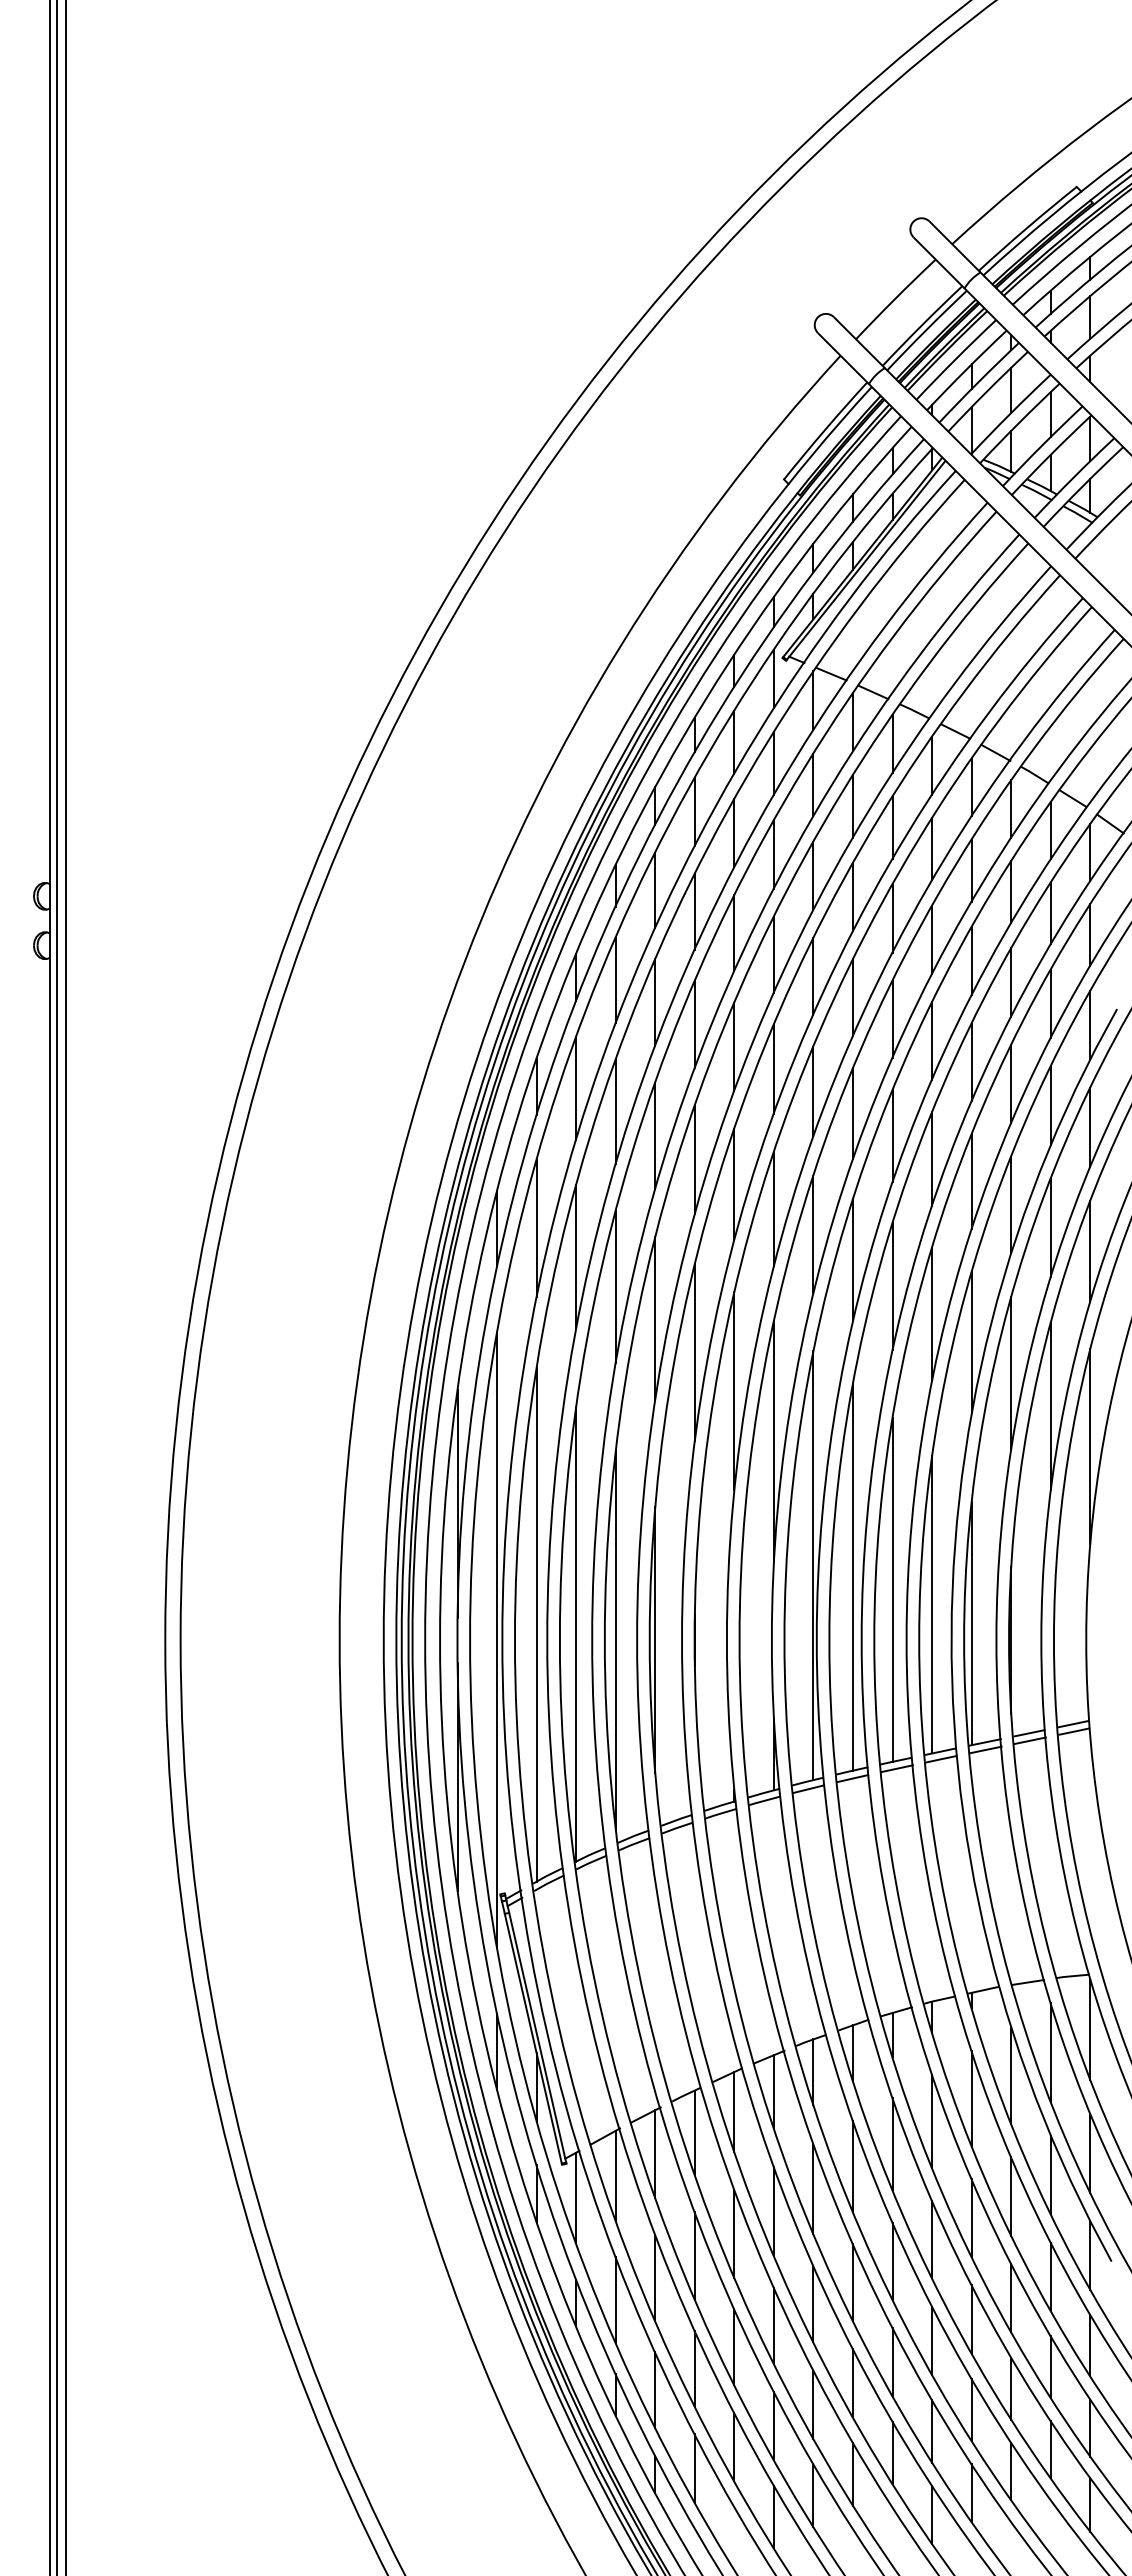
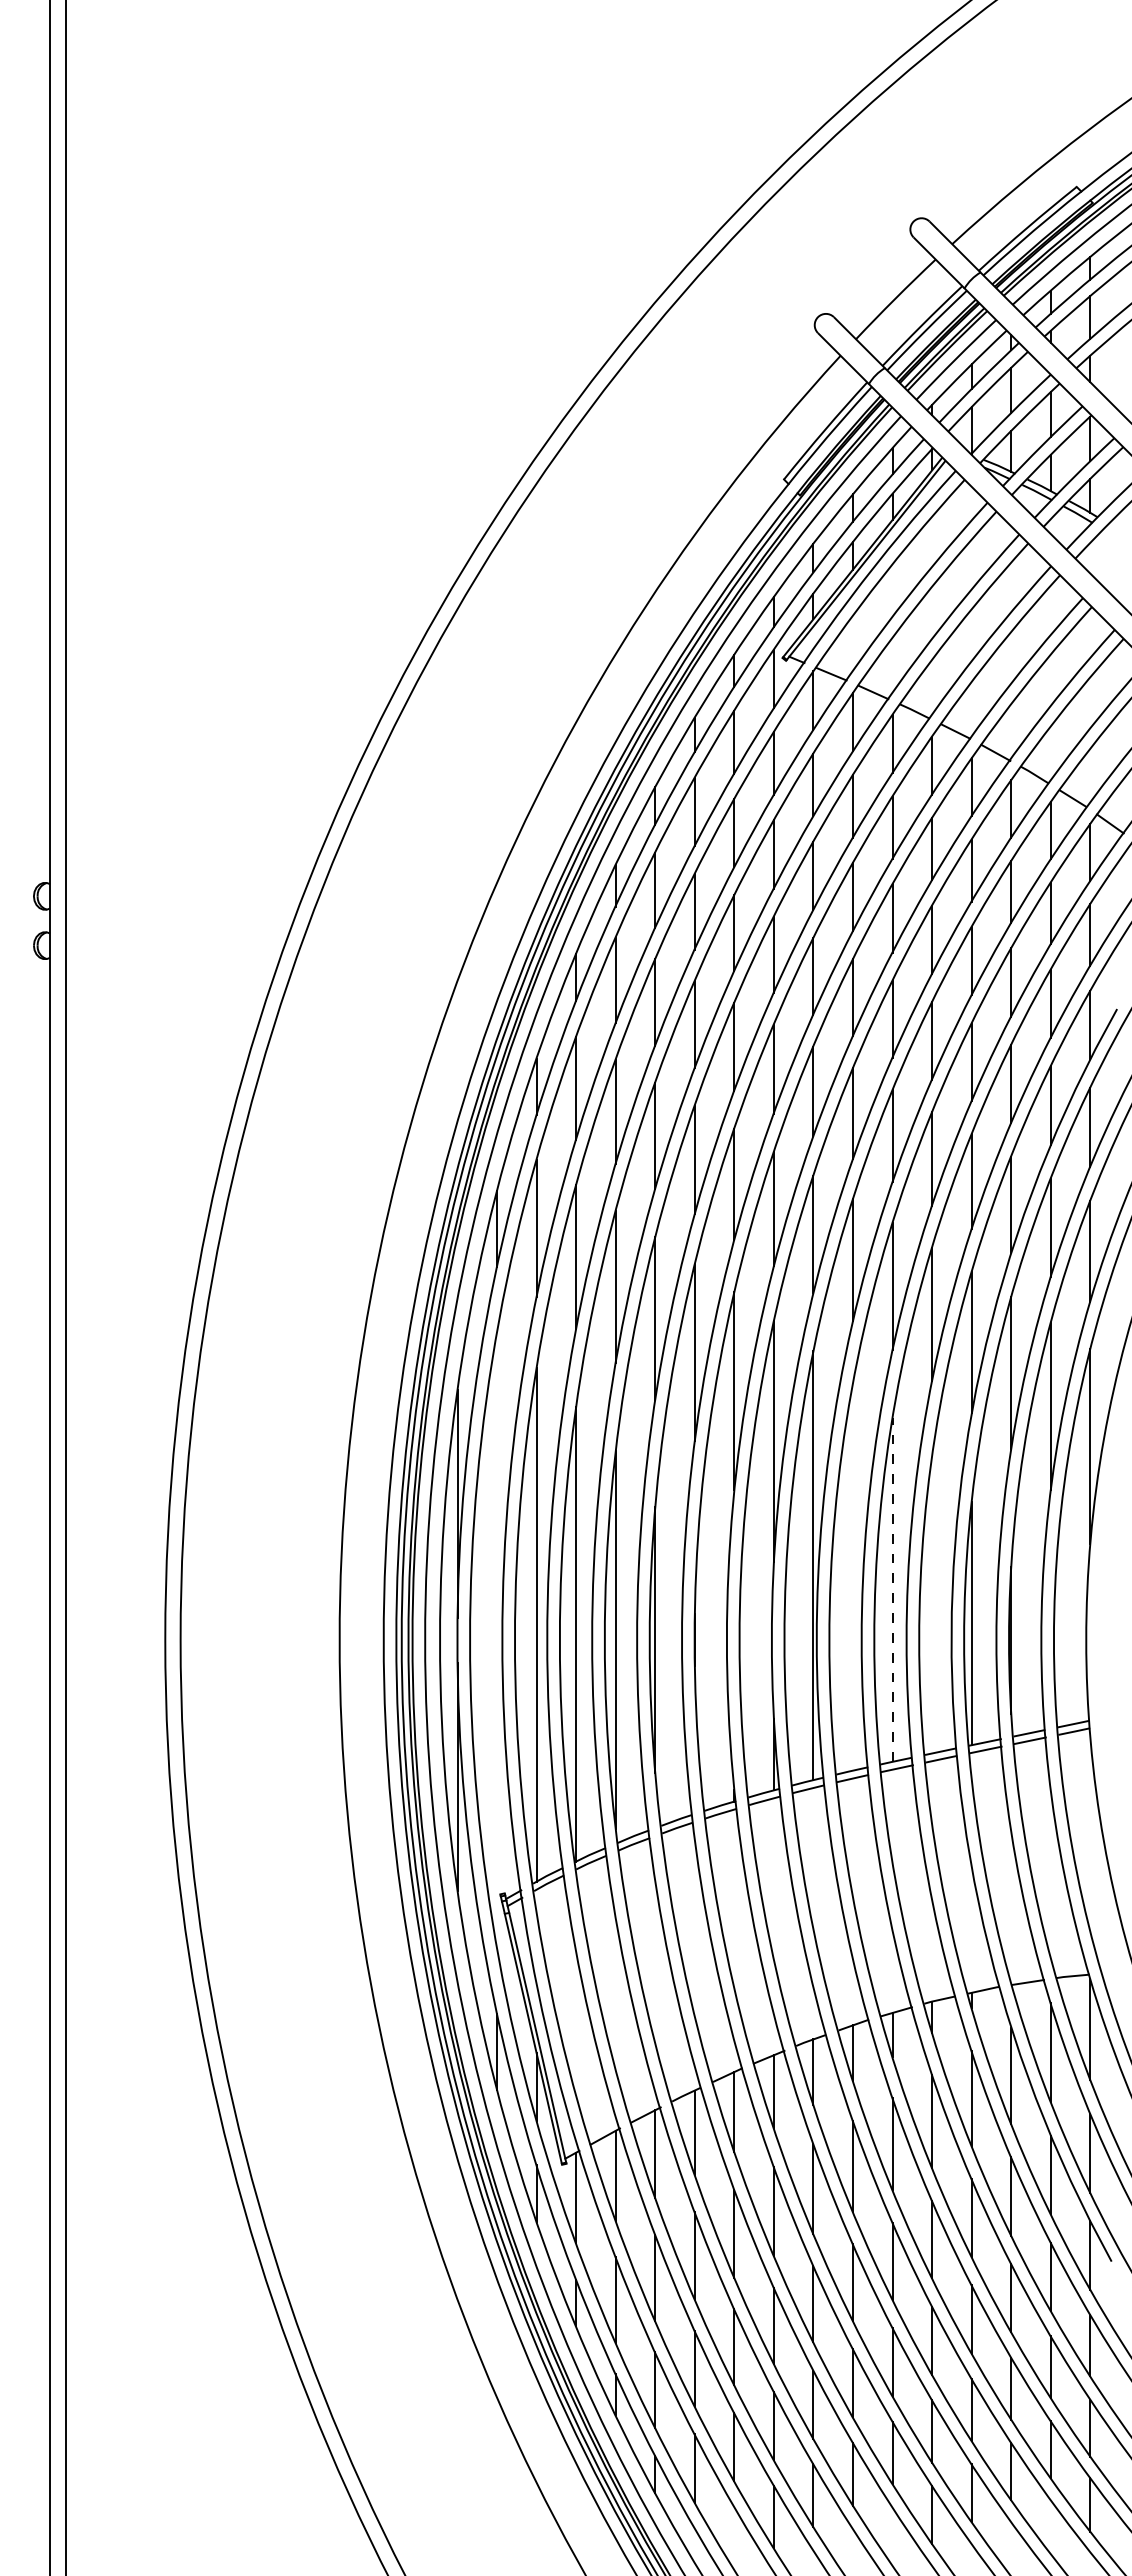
line at (56, 1287): present -> none
line at (853, 1576): present -> none
line at (892, 1589): solid -> dashed
line at (932, 1604): present -> none
line at (497, 1640): present -> none
